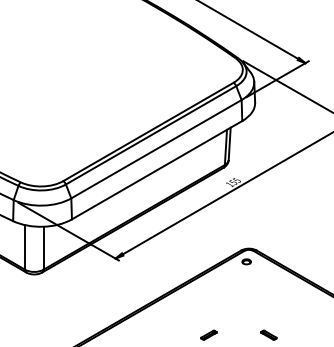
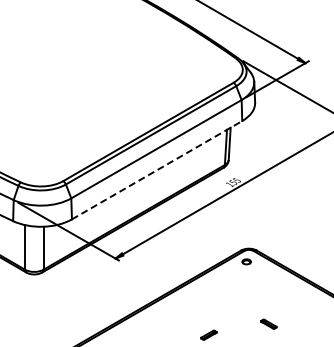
line at (157, 169): solid -> dashed
part at (268, 334) position: (268, 334) -> (268, 323)
